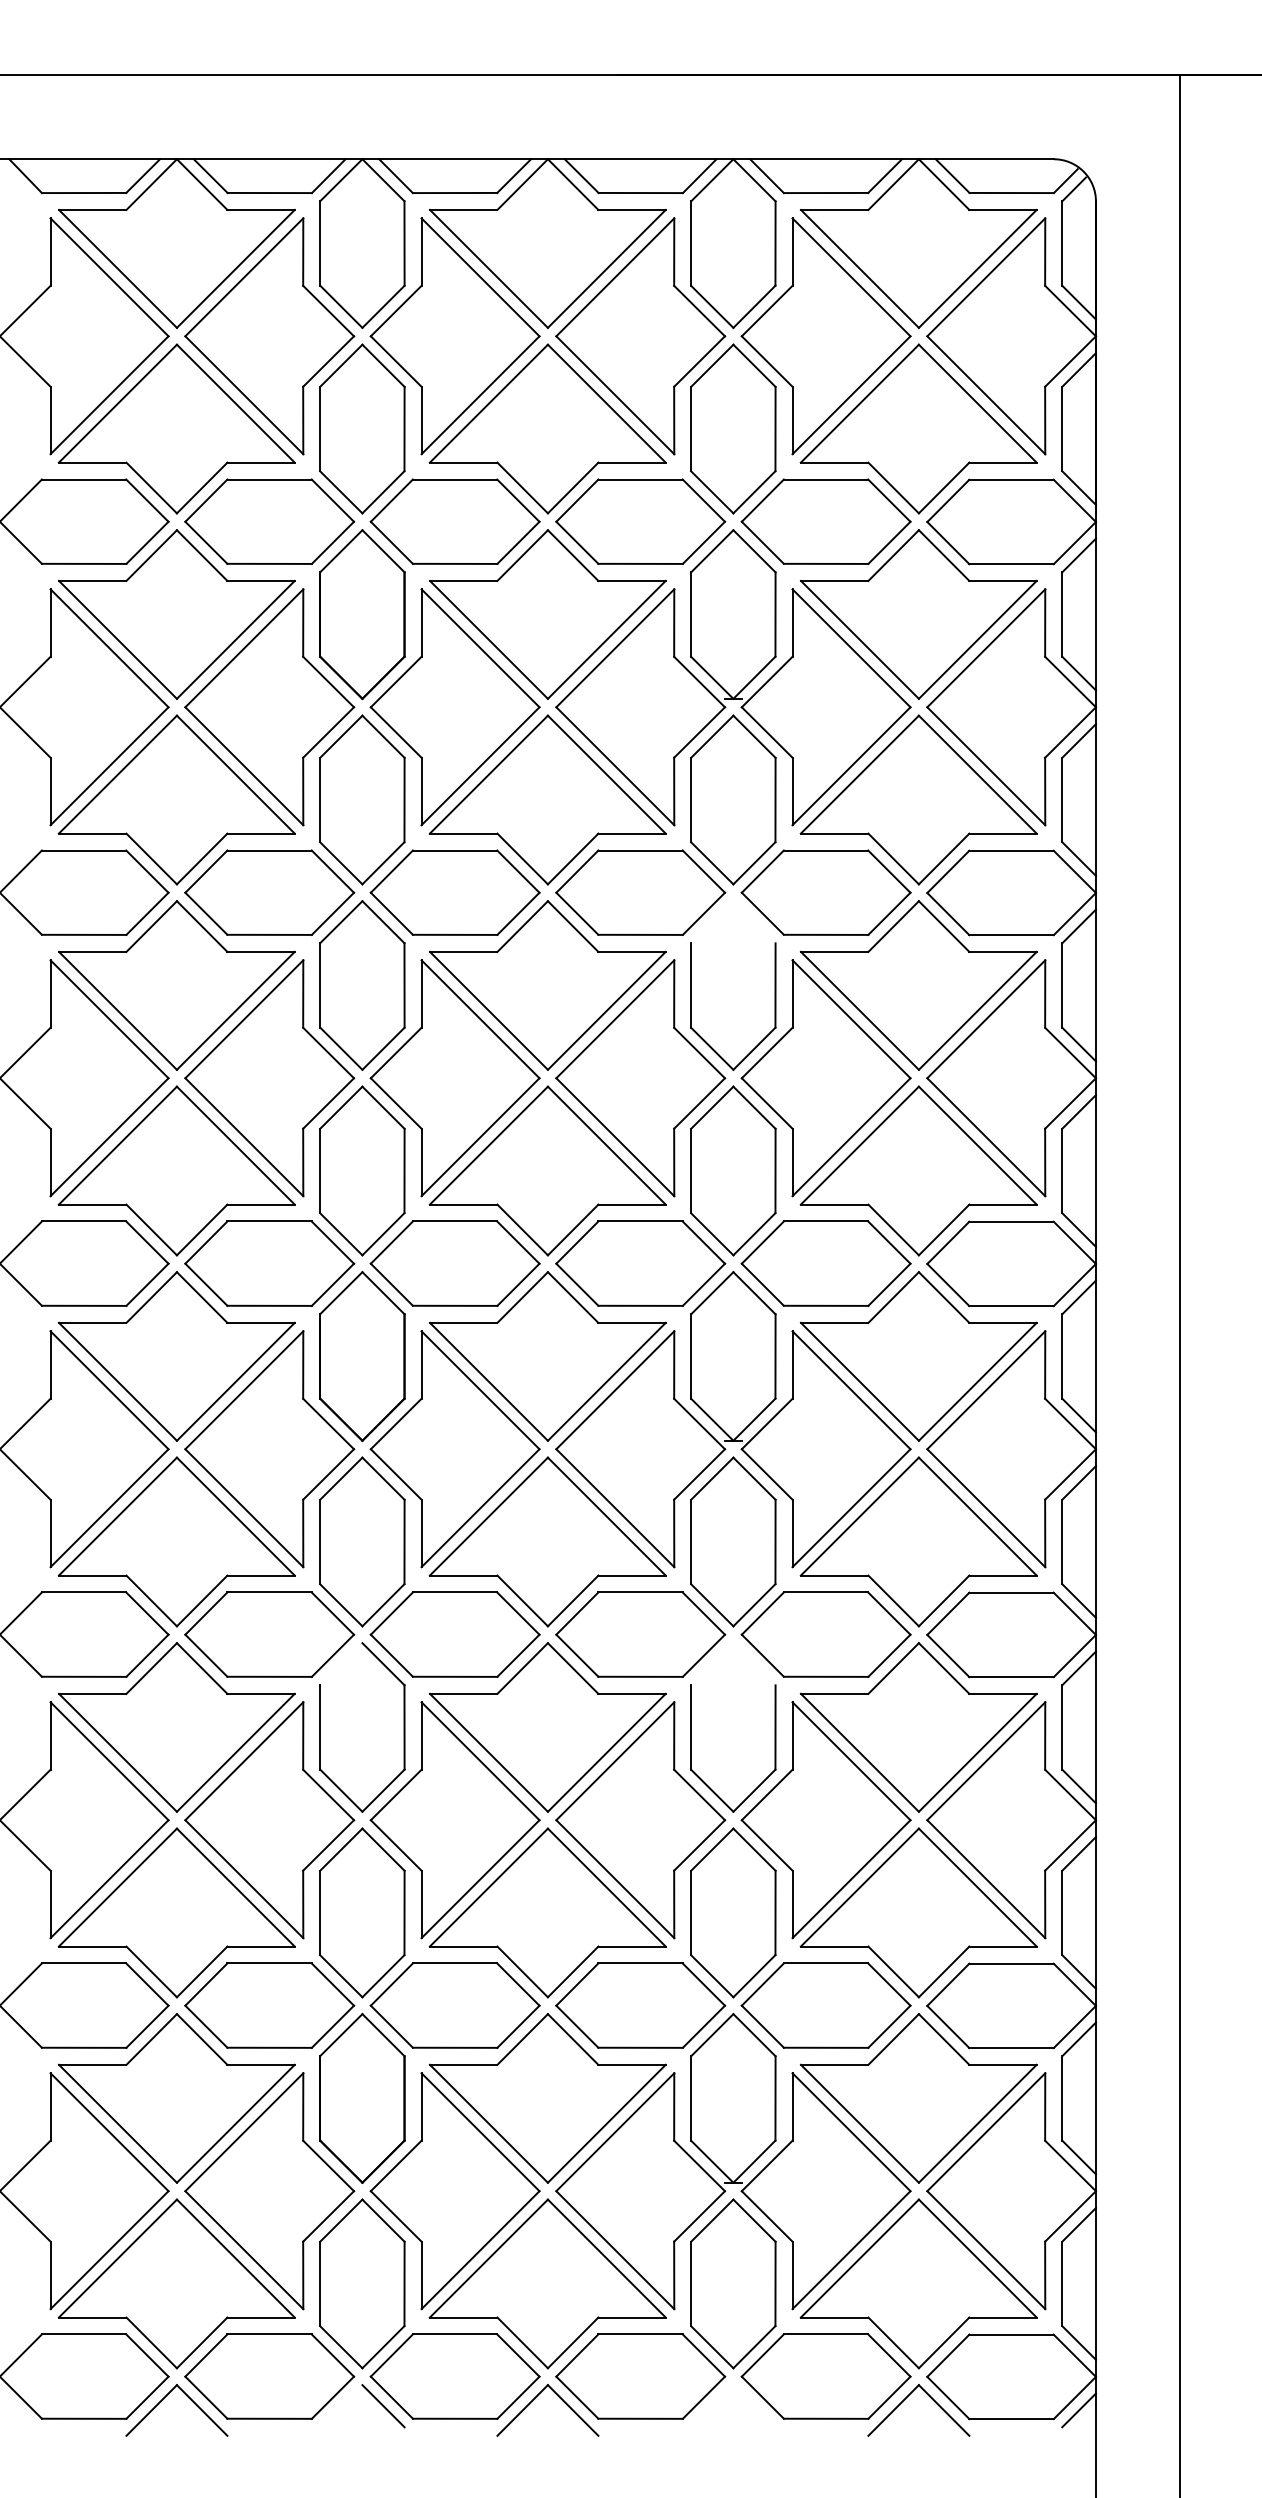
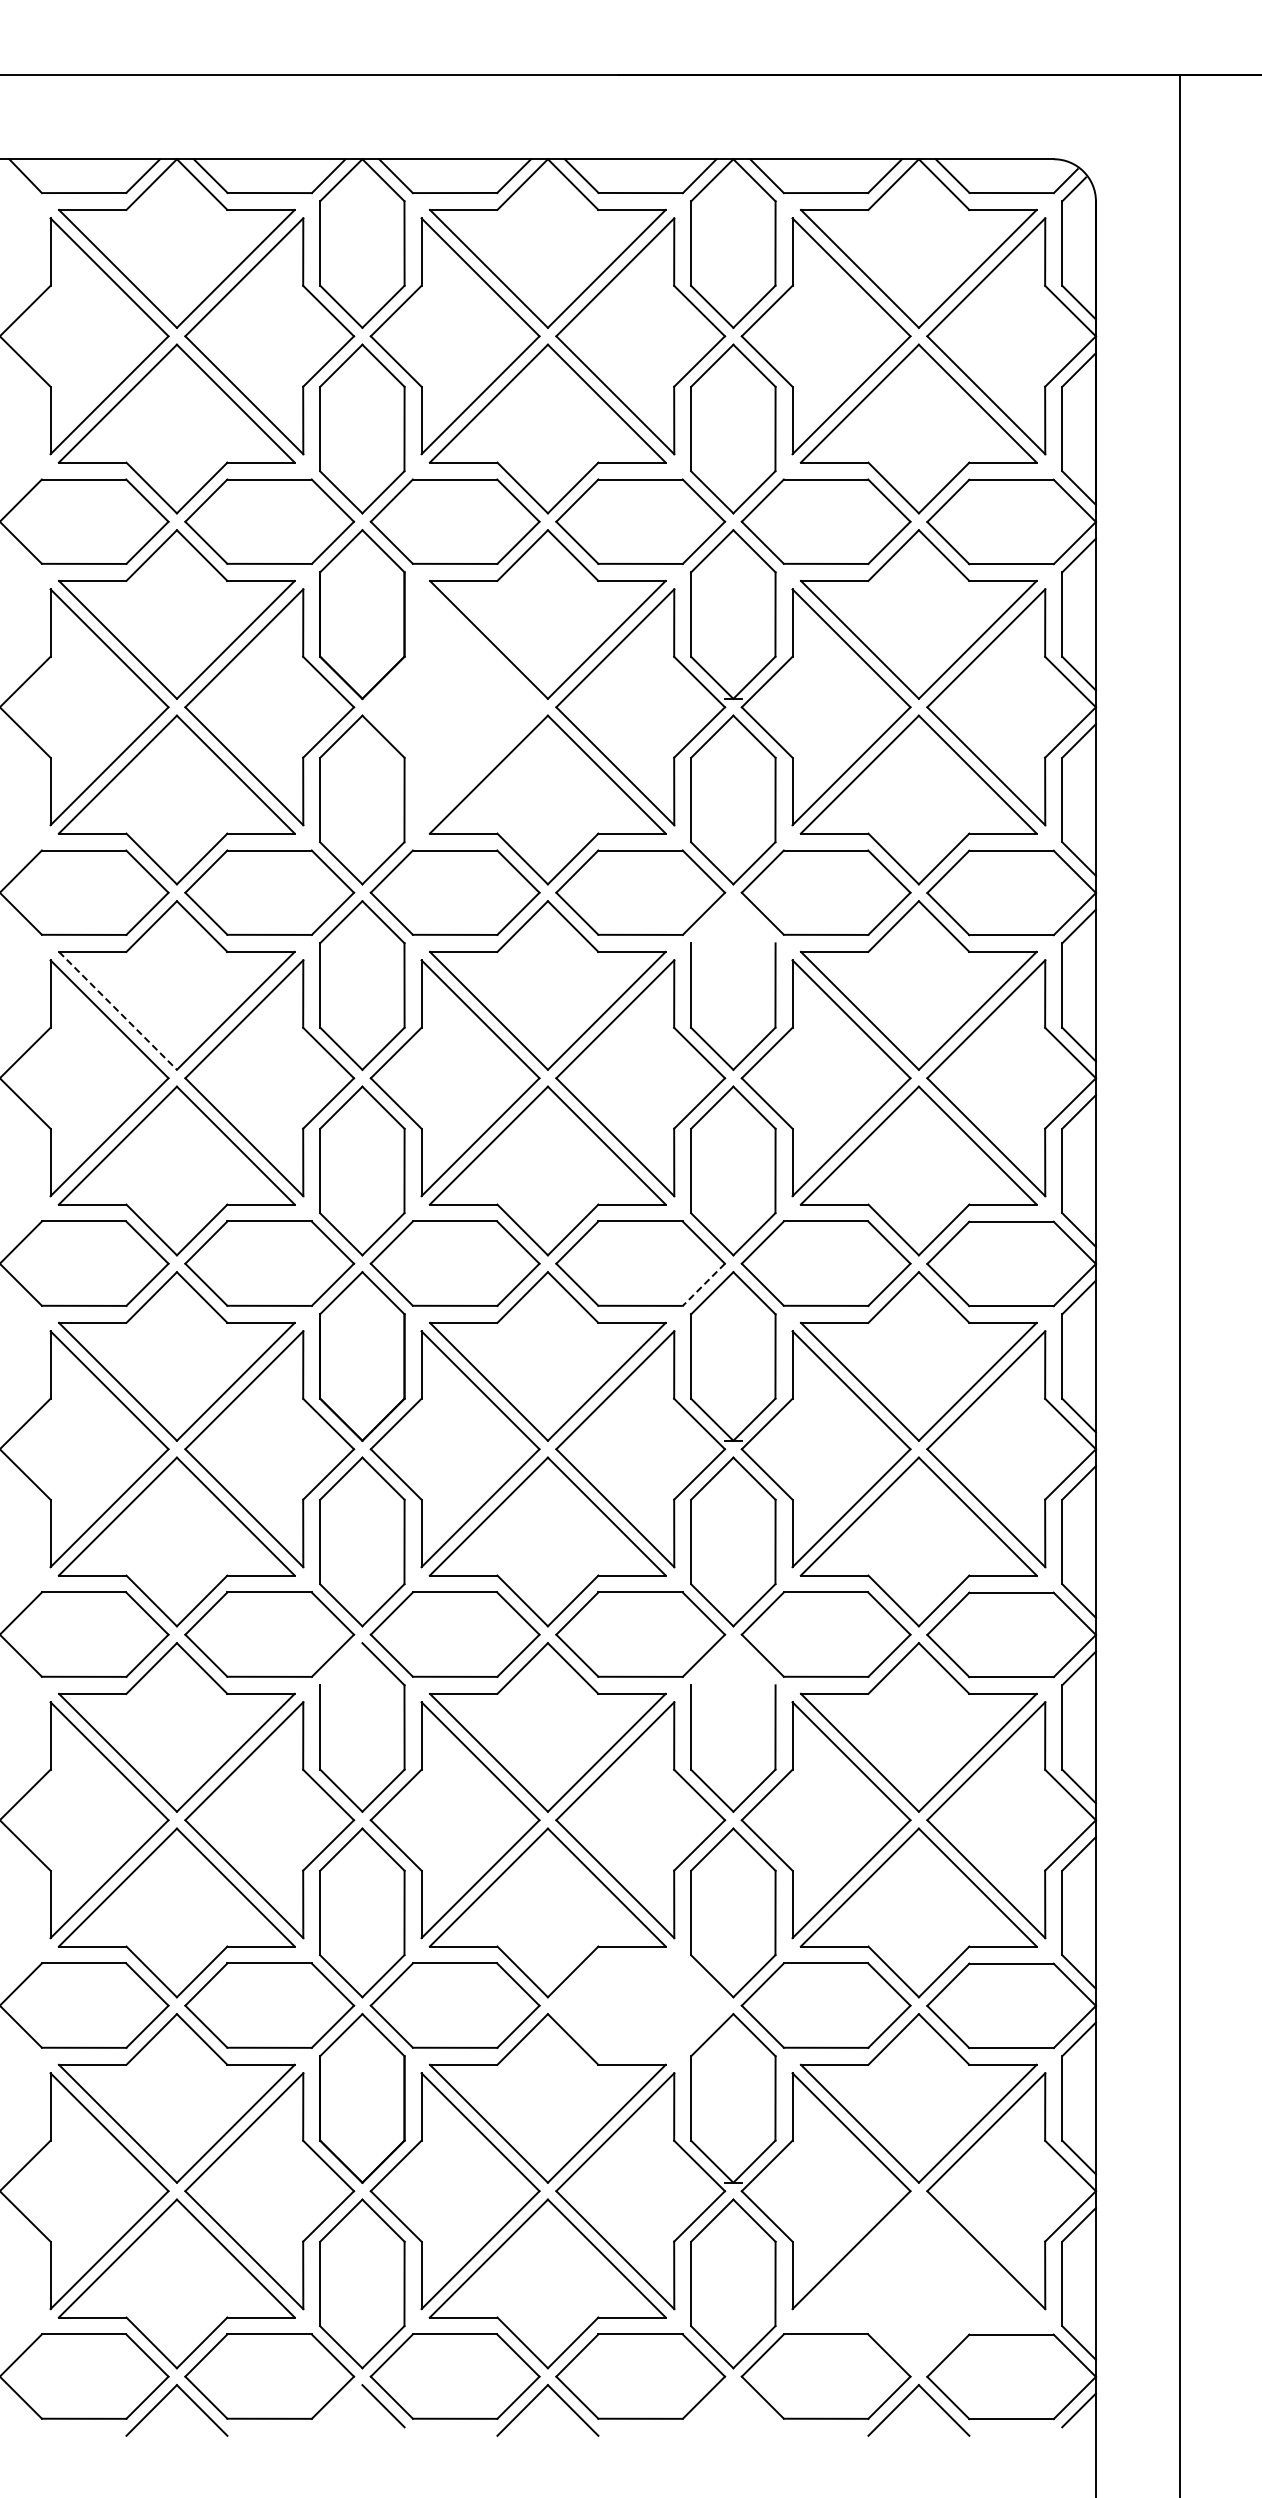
part at (454, 707): present -> none
line at (118, 1011): solid -> dashed
line at (703, 1284): solid -> dashed
part at (640, 2005): present -> none
part at (918, 2283): present -> none
